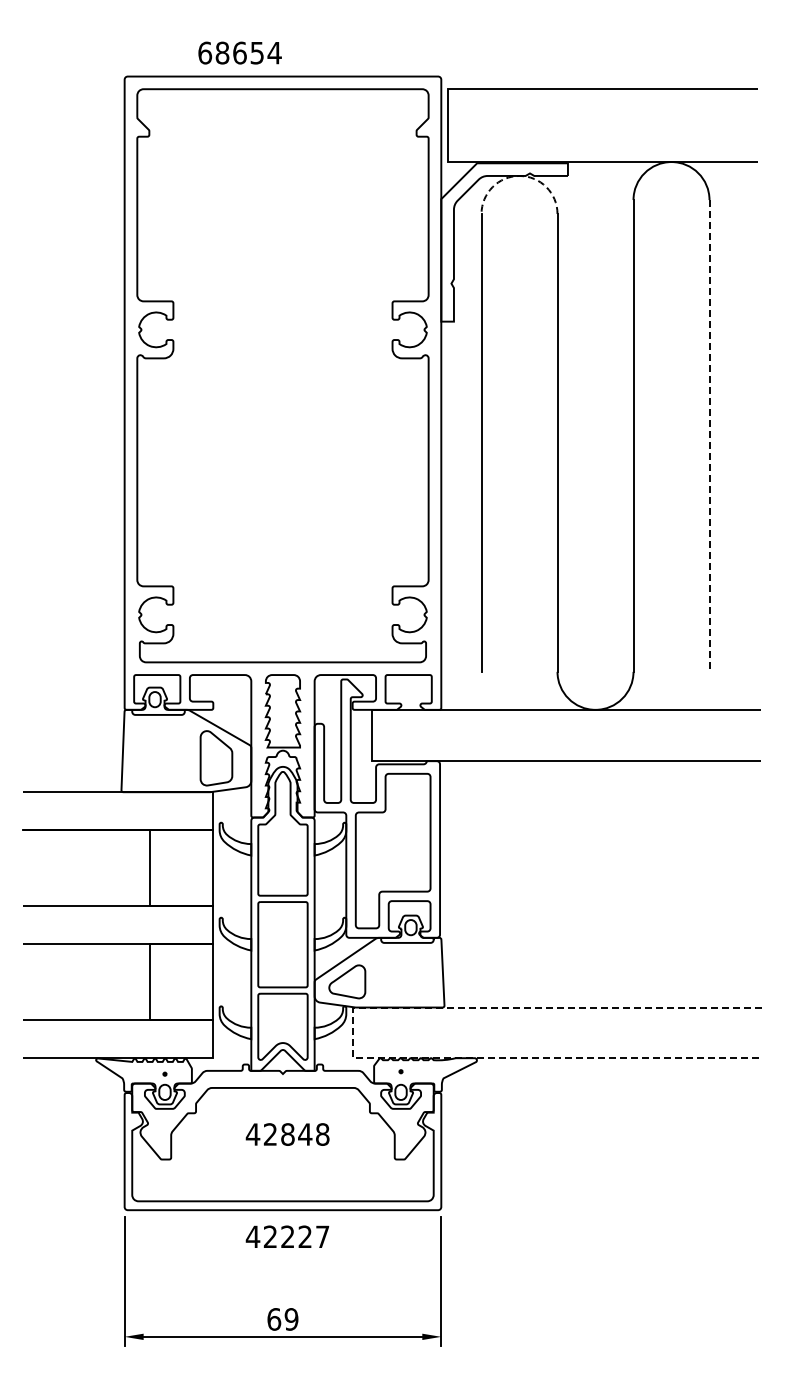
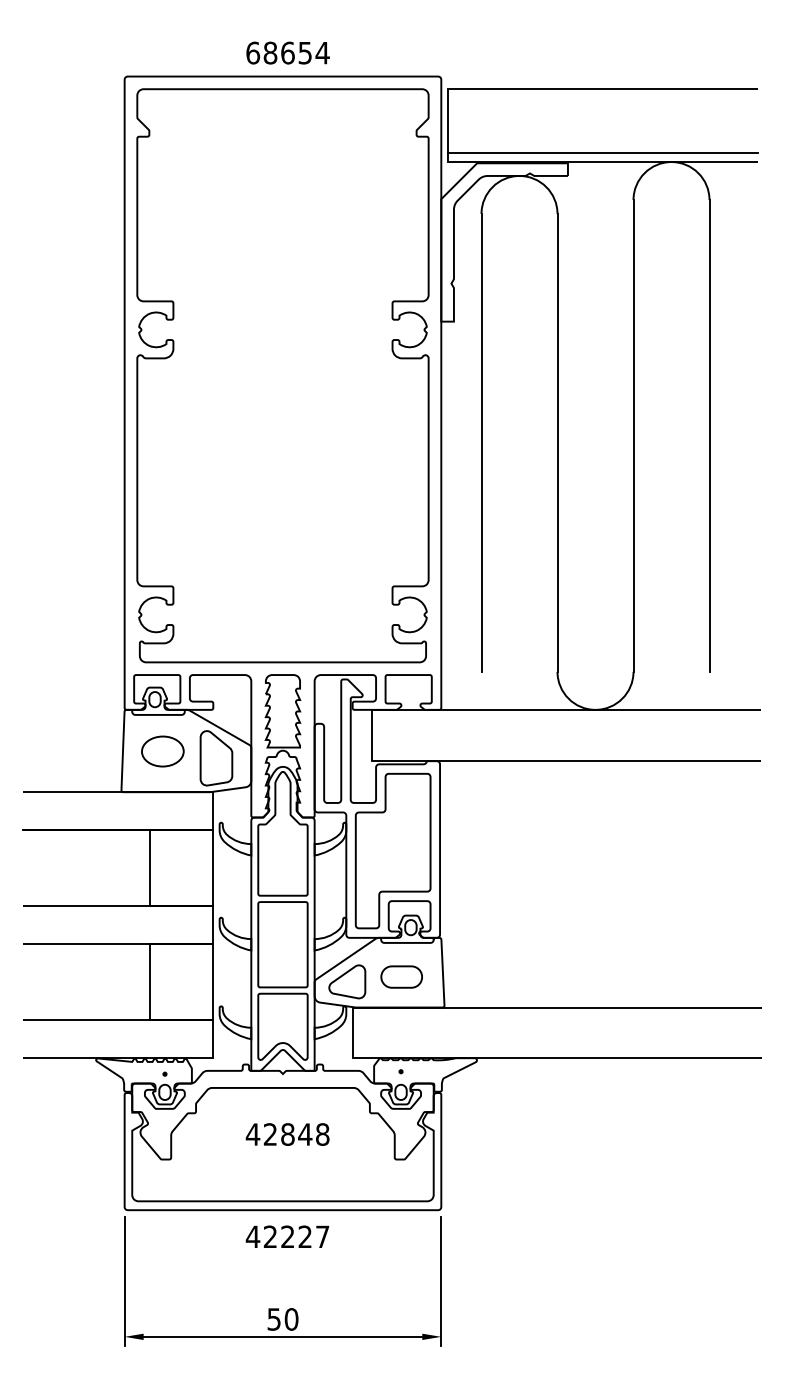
text at (239, 52) position: (239, 52) -> (287, 52)
line at (602, 152): none -> present
arc at (519, 175): dashed -> solid
line at (709, 435): dashed -> solid
part at (162, 751): none -> present
part at (401, 976): none -> present
line at (353, 1033): dashed -> solid
text at (282, 1319): 69 -> 50
